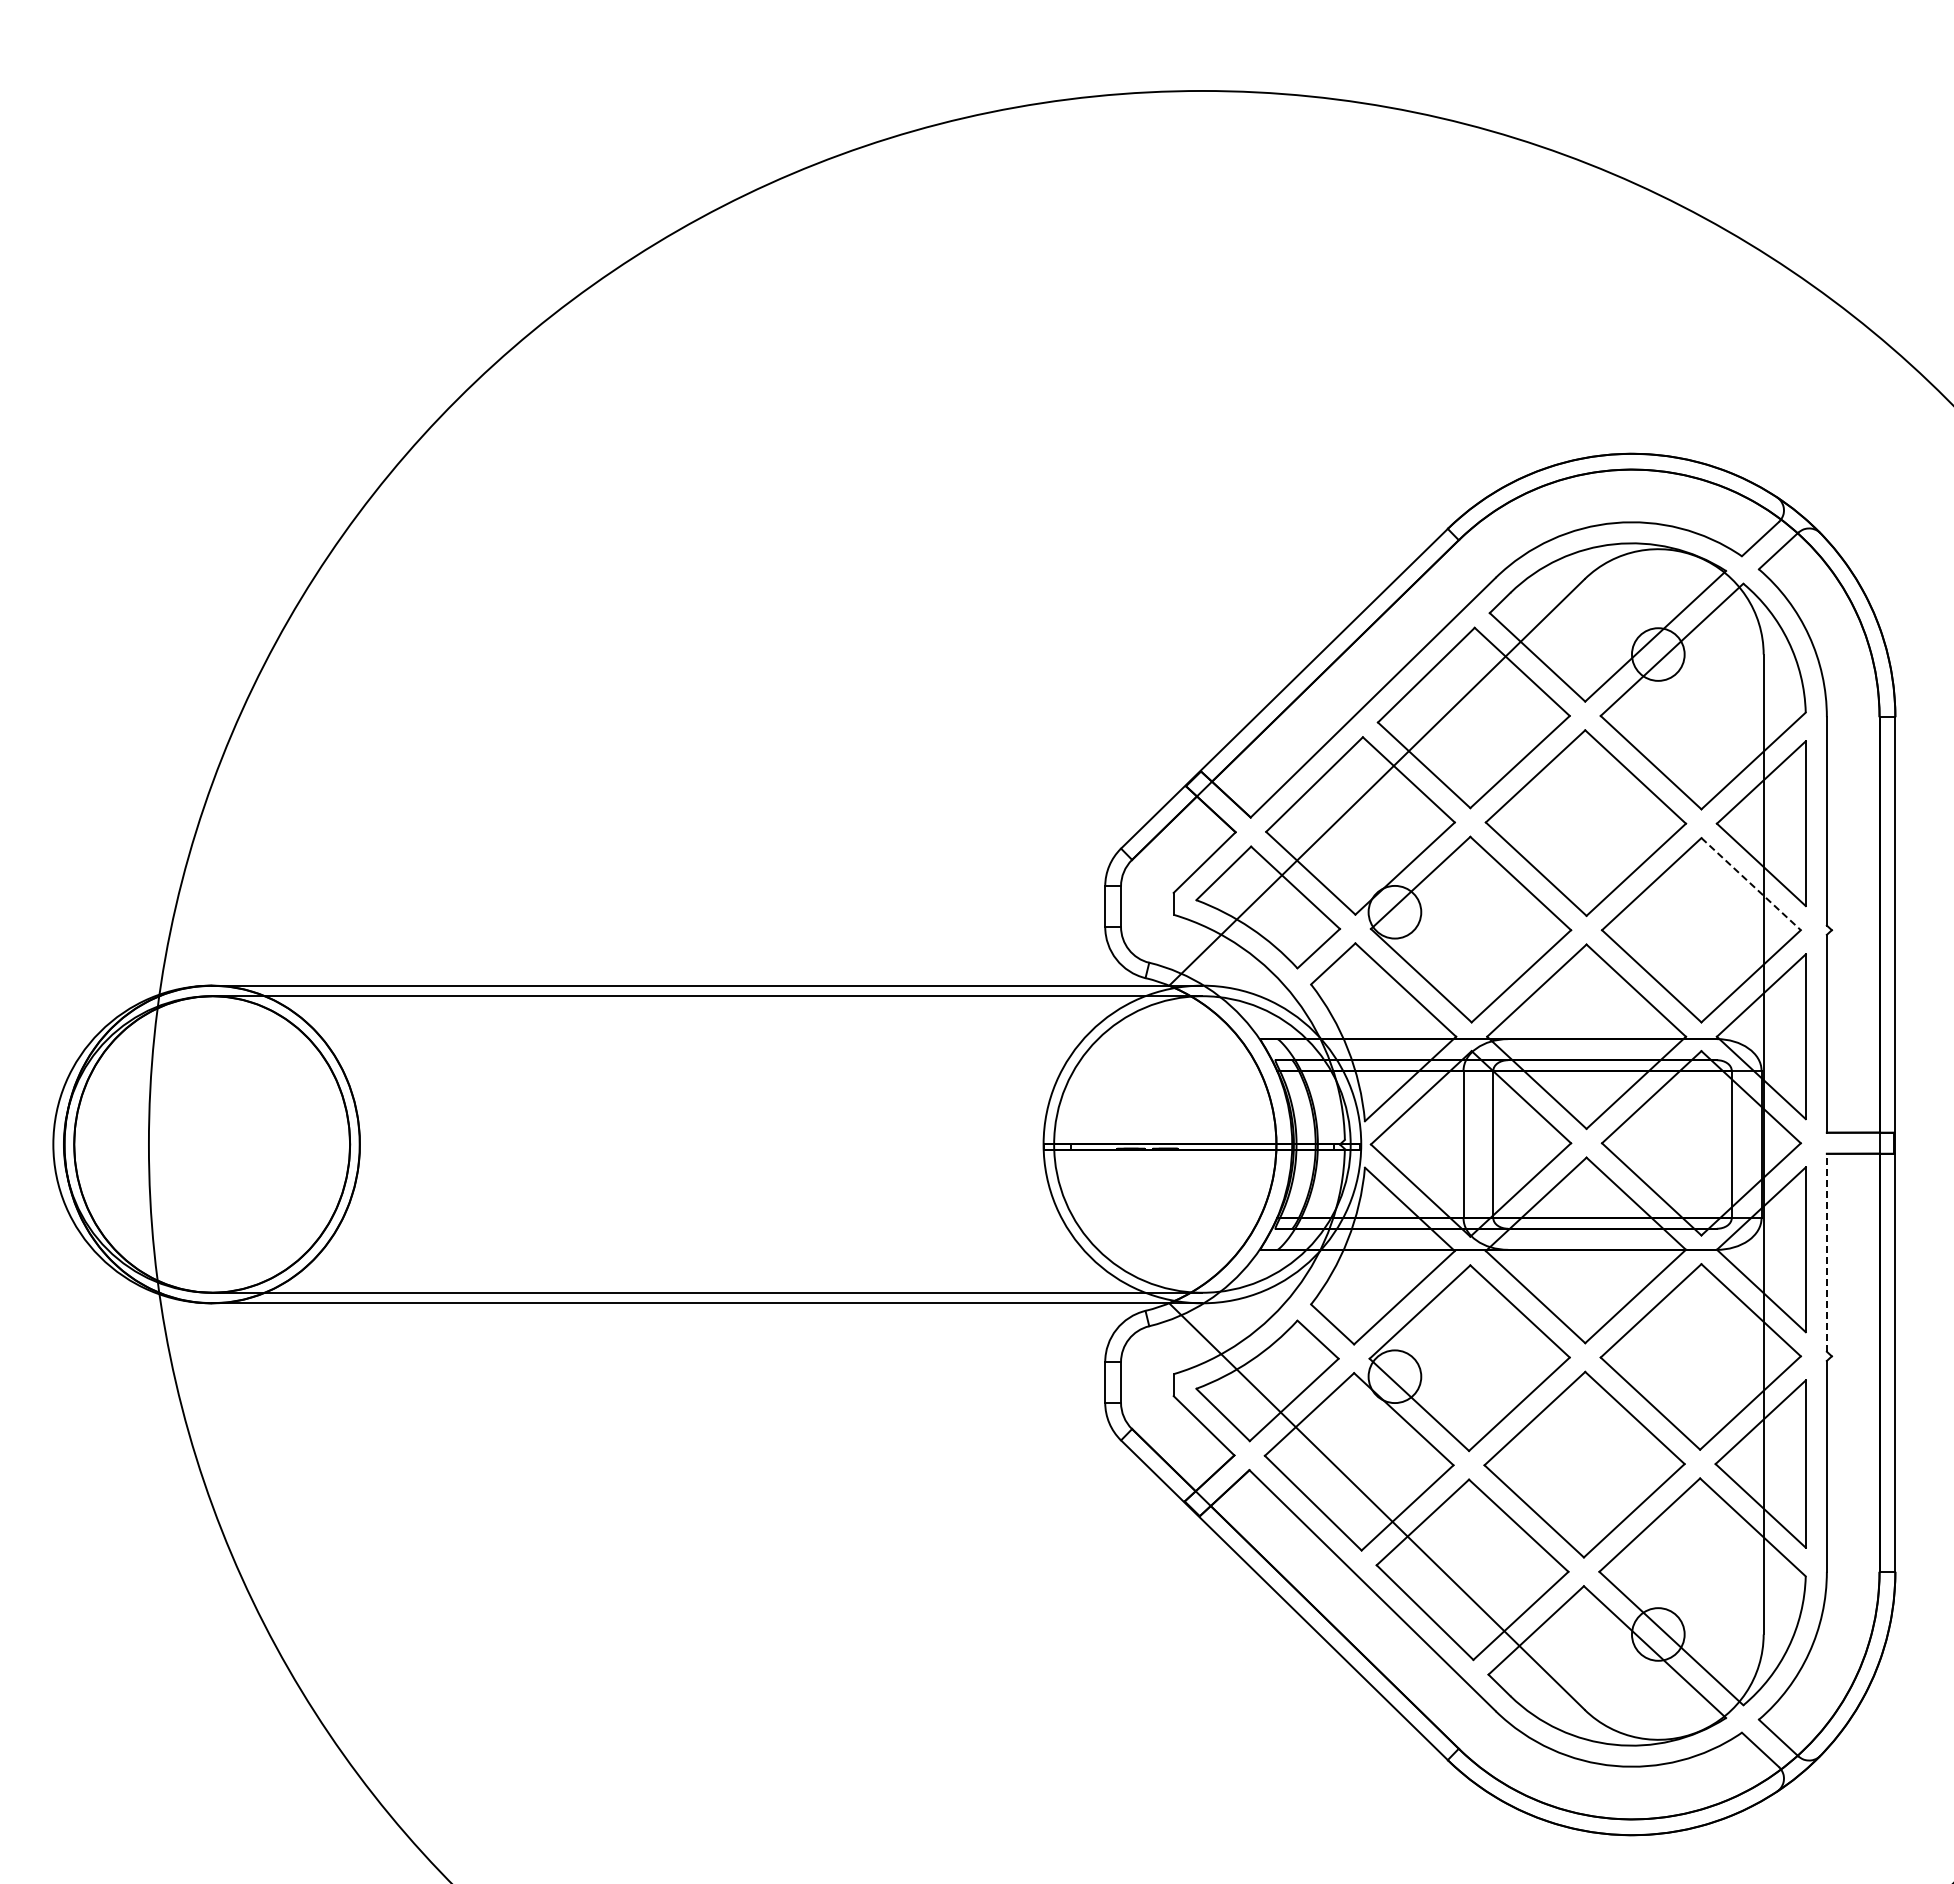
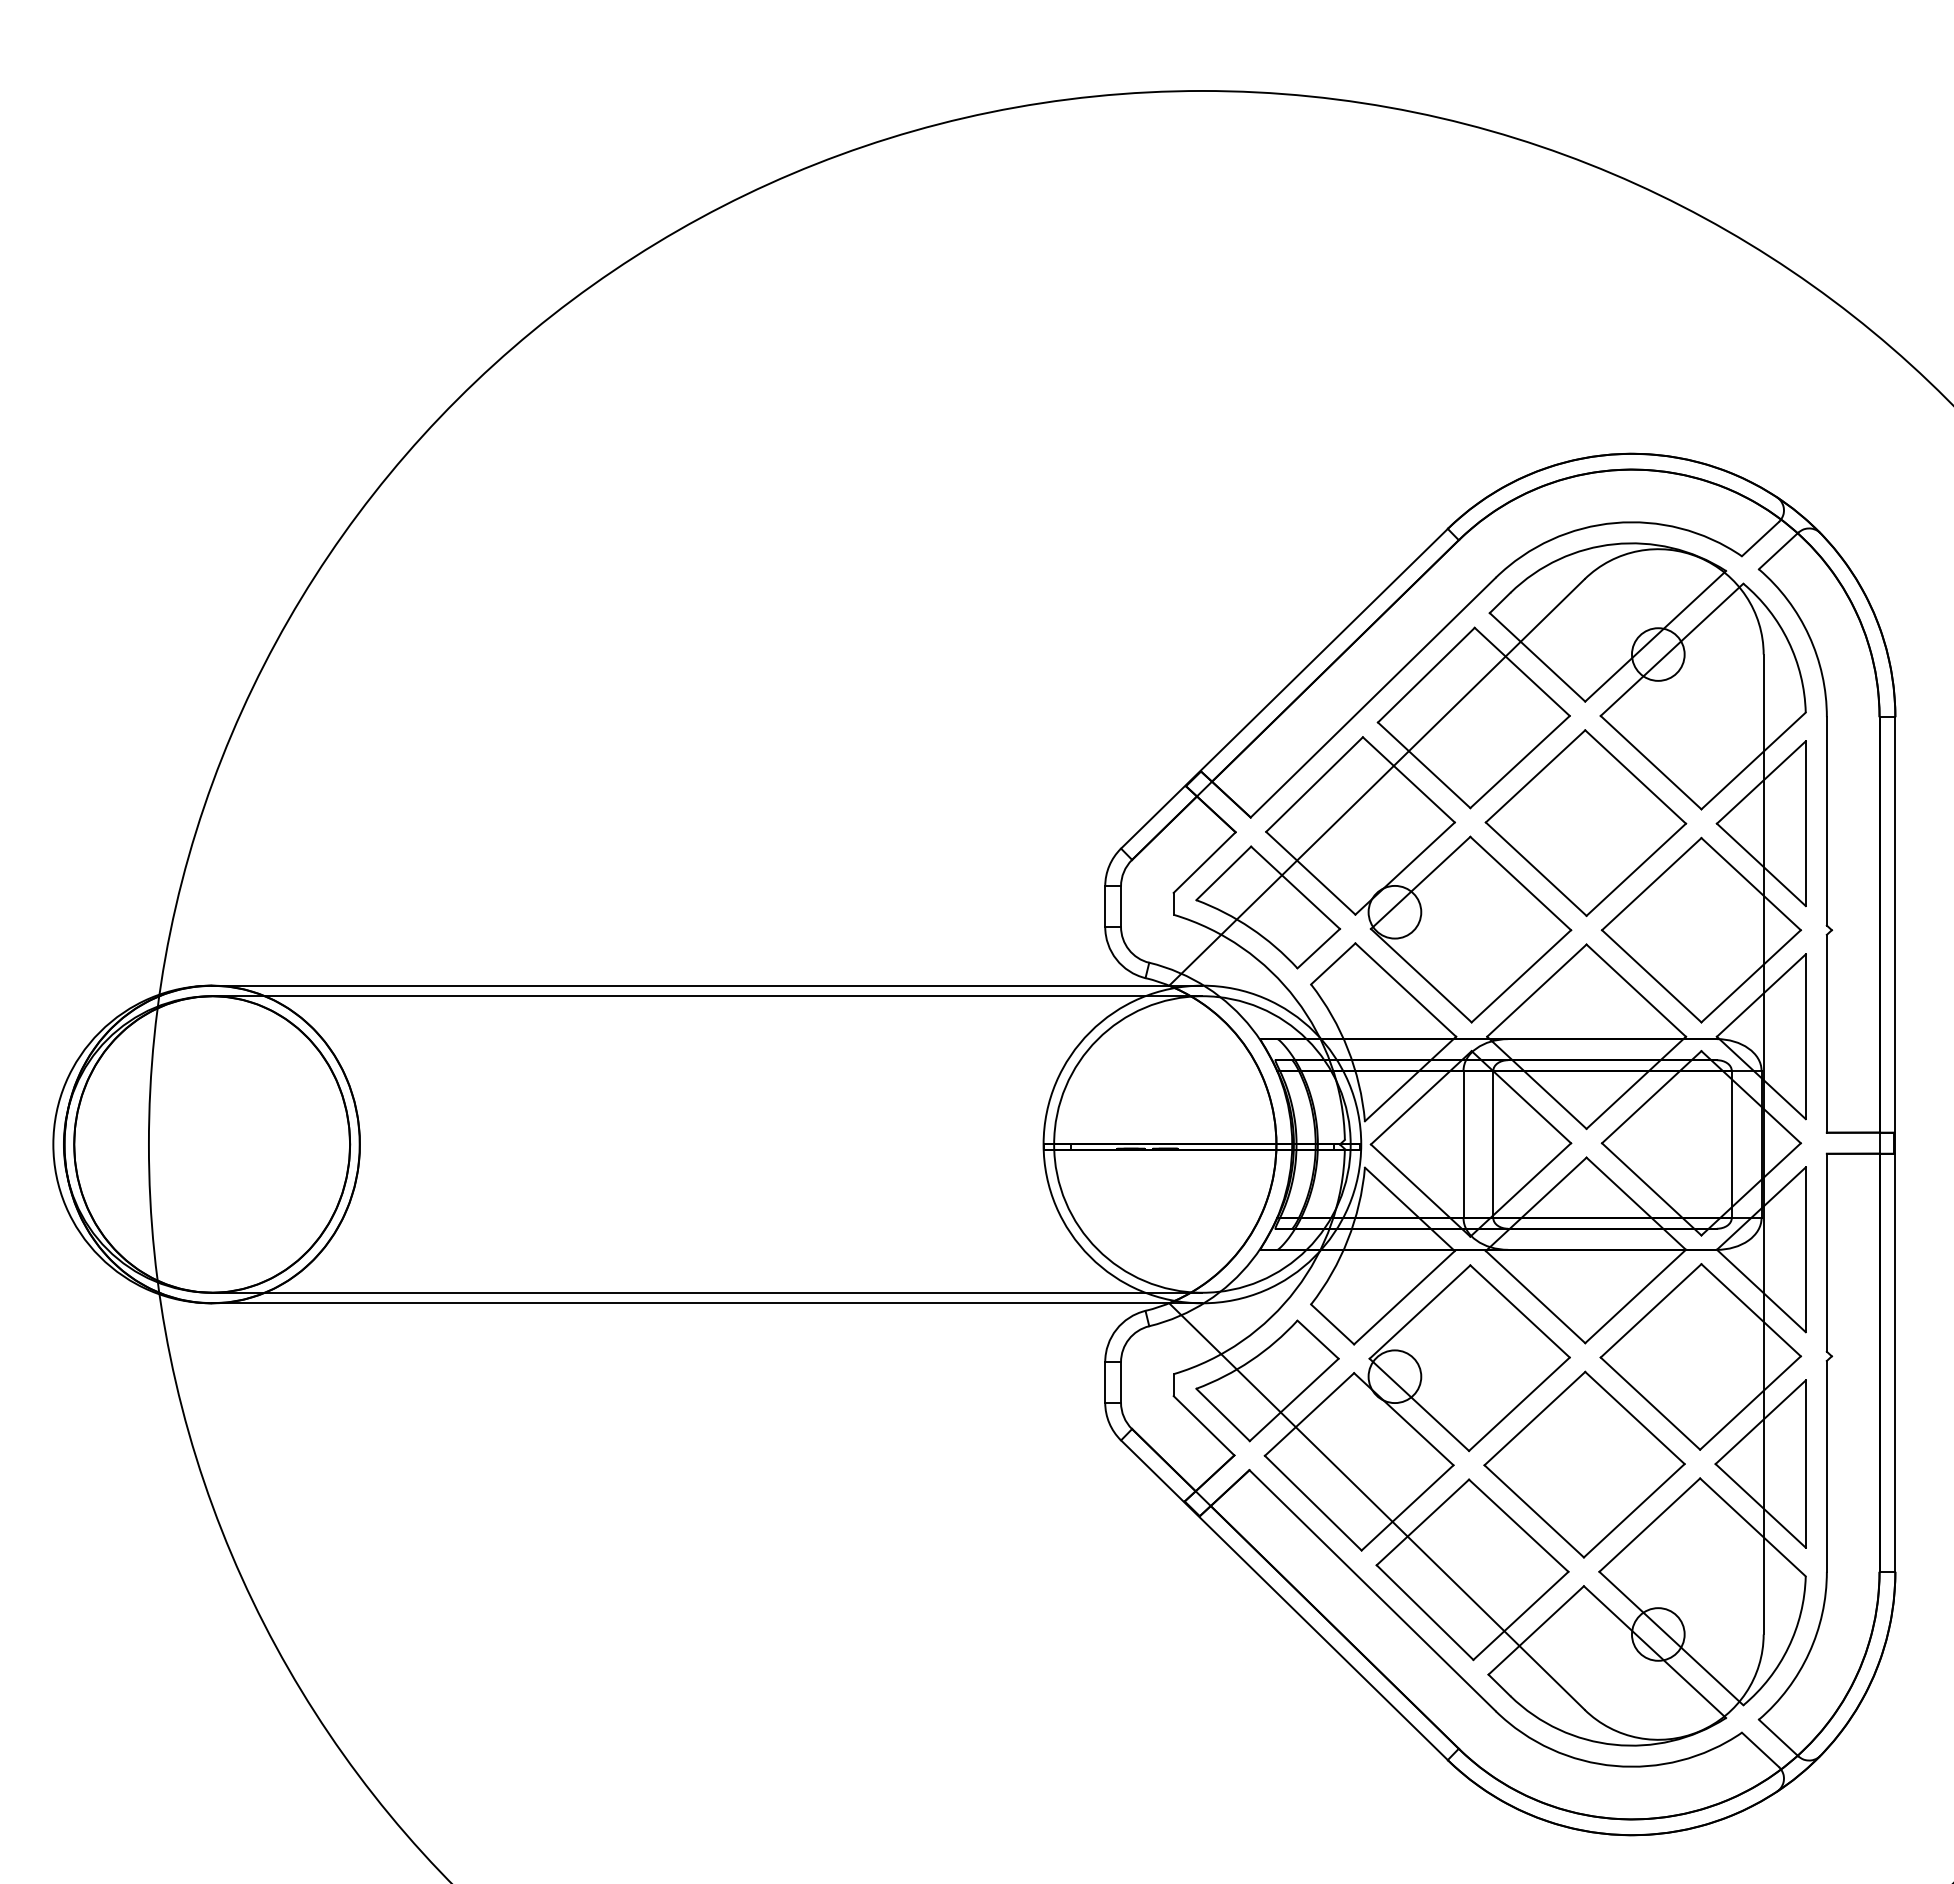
line at (1751, 884): dashed -> solid
line at (1826, 1252): dashed -> solid
